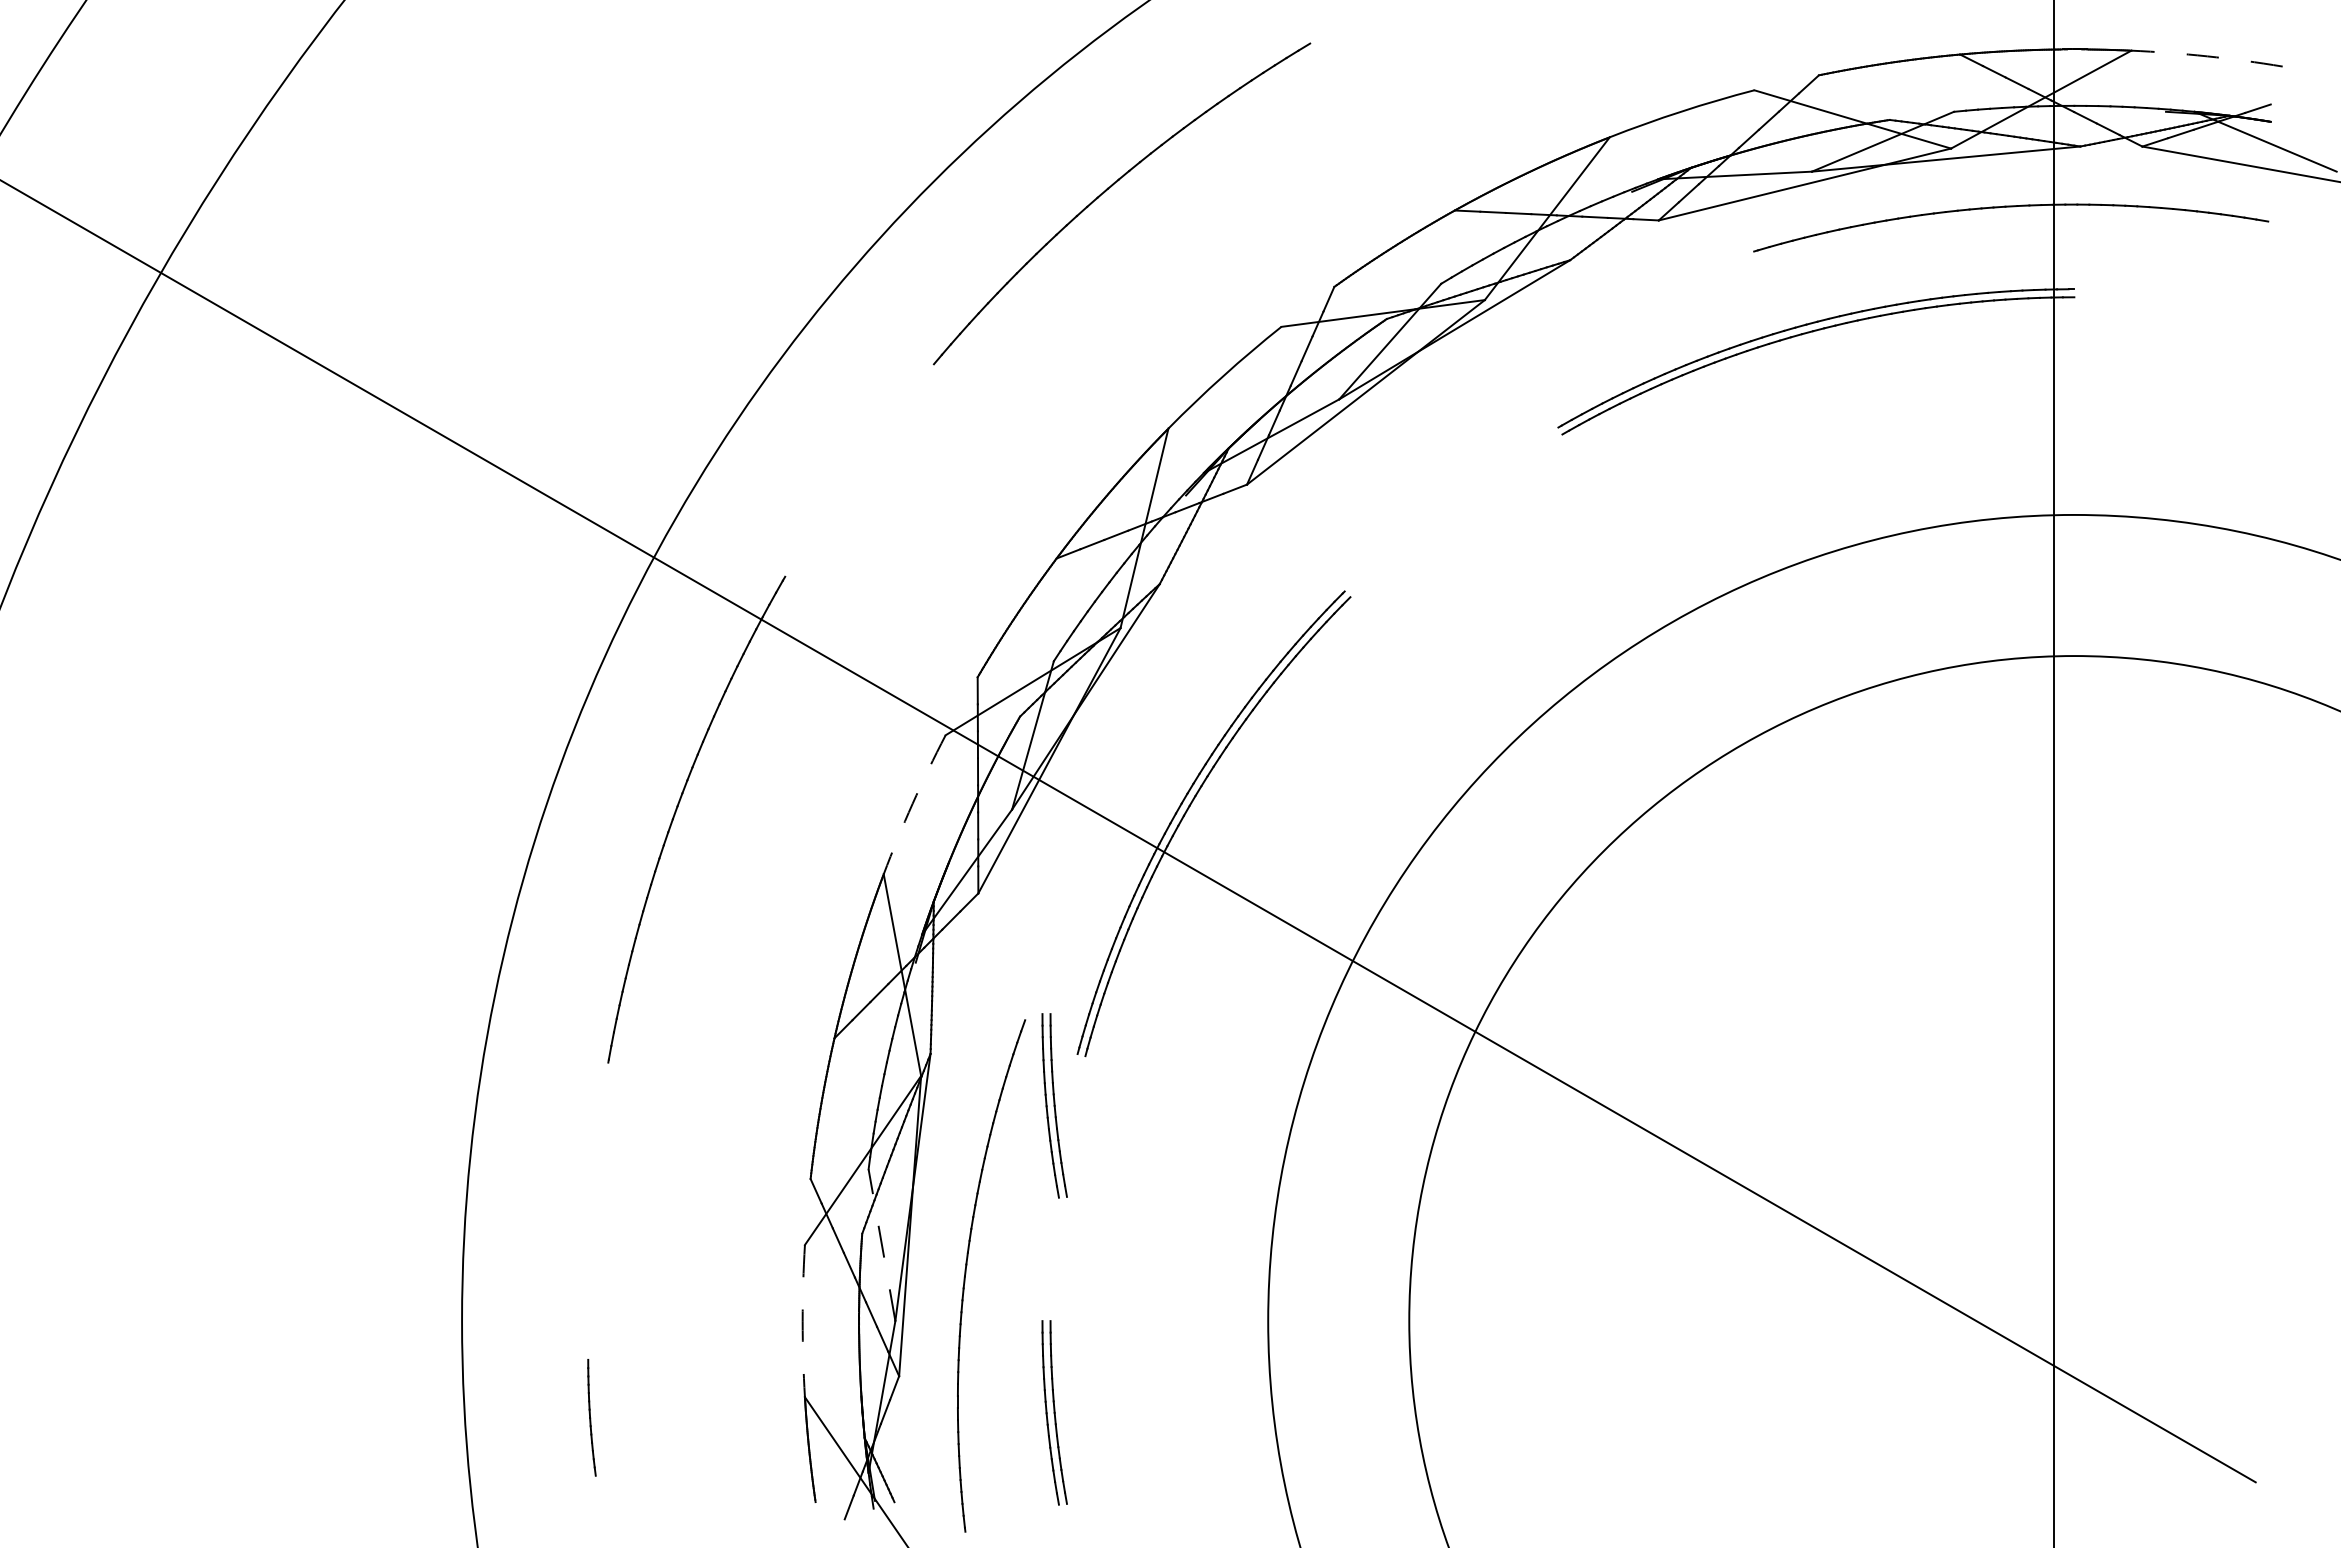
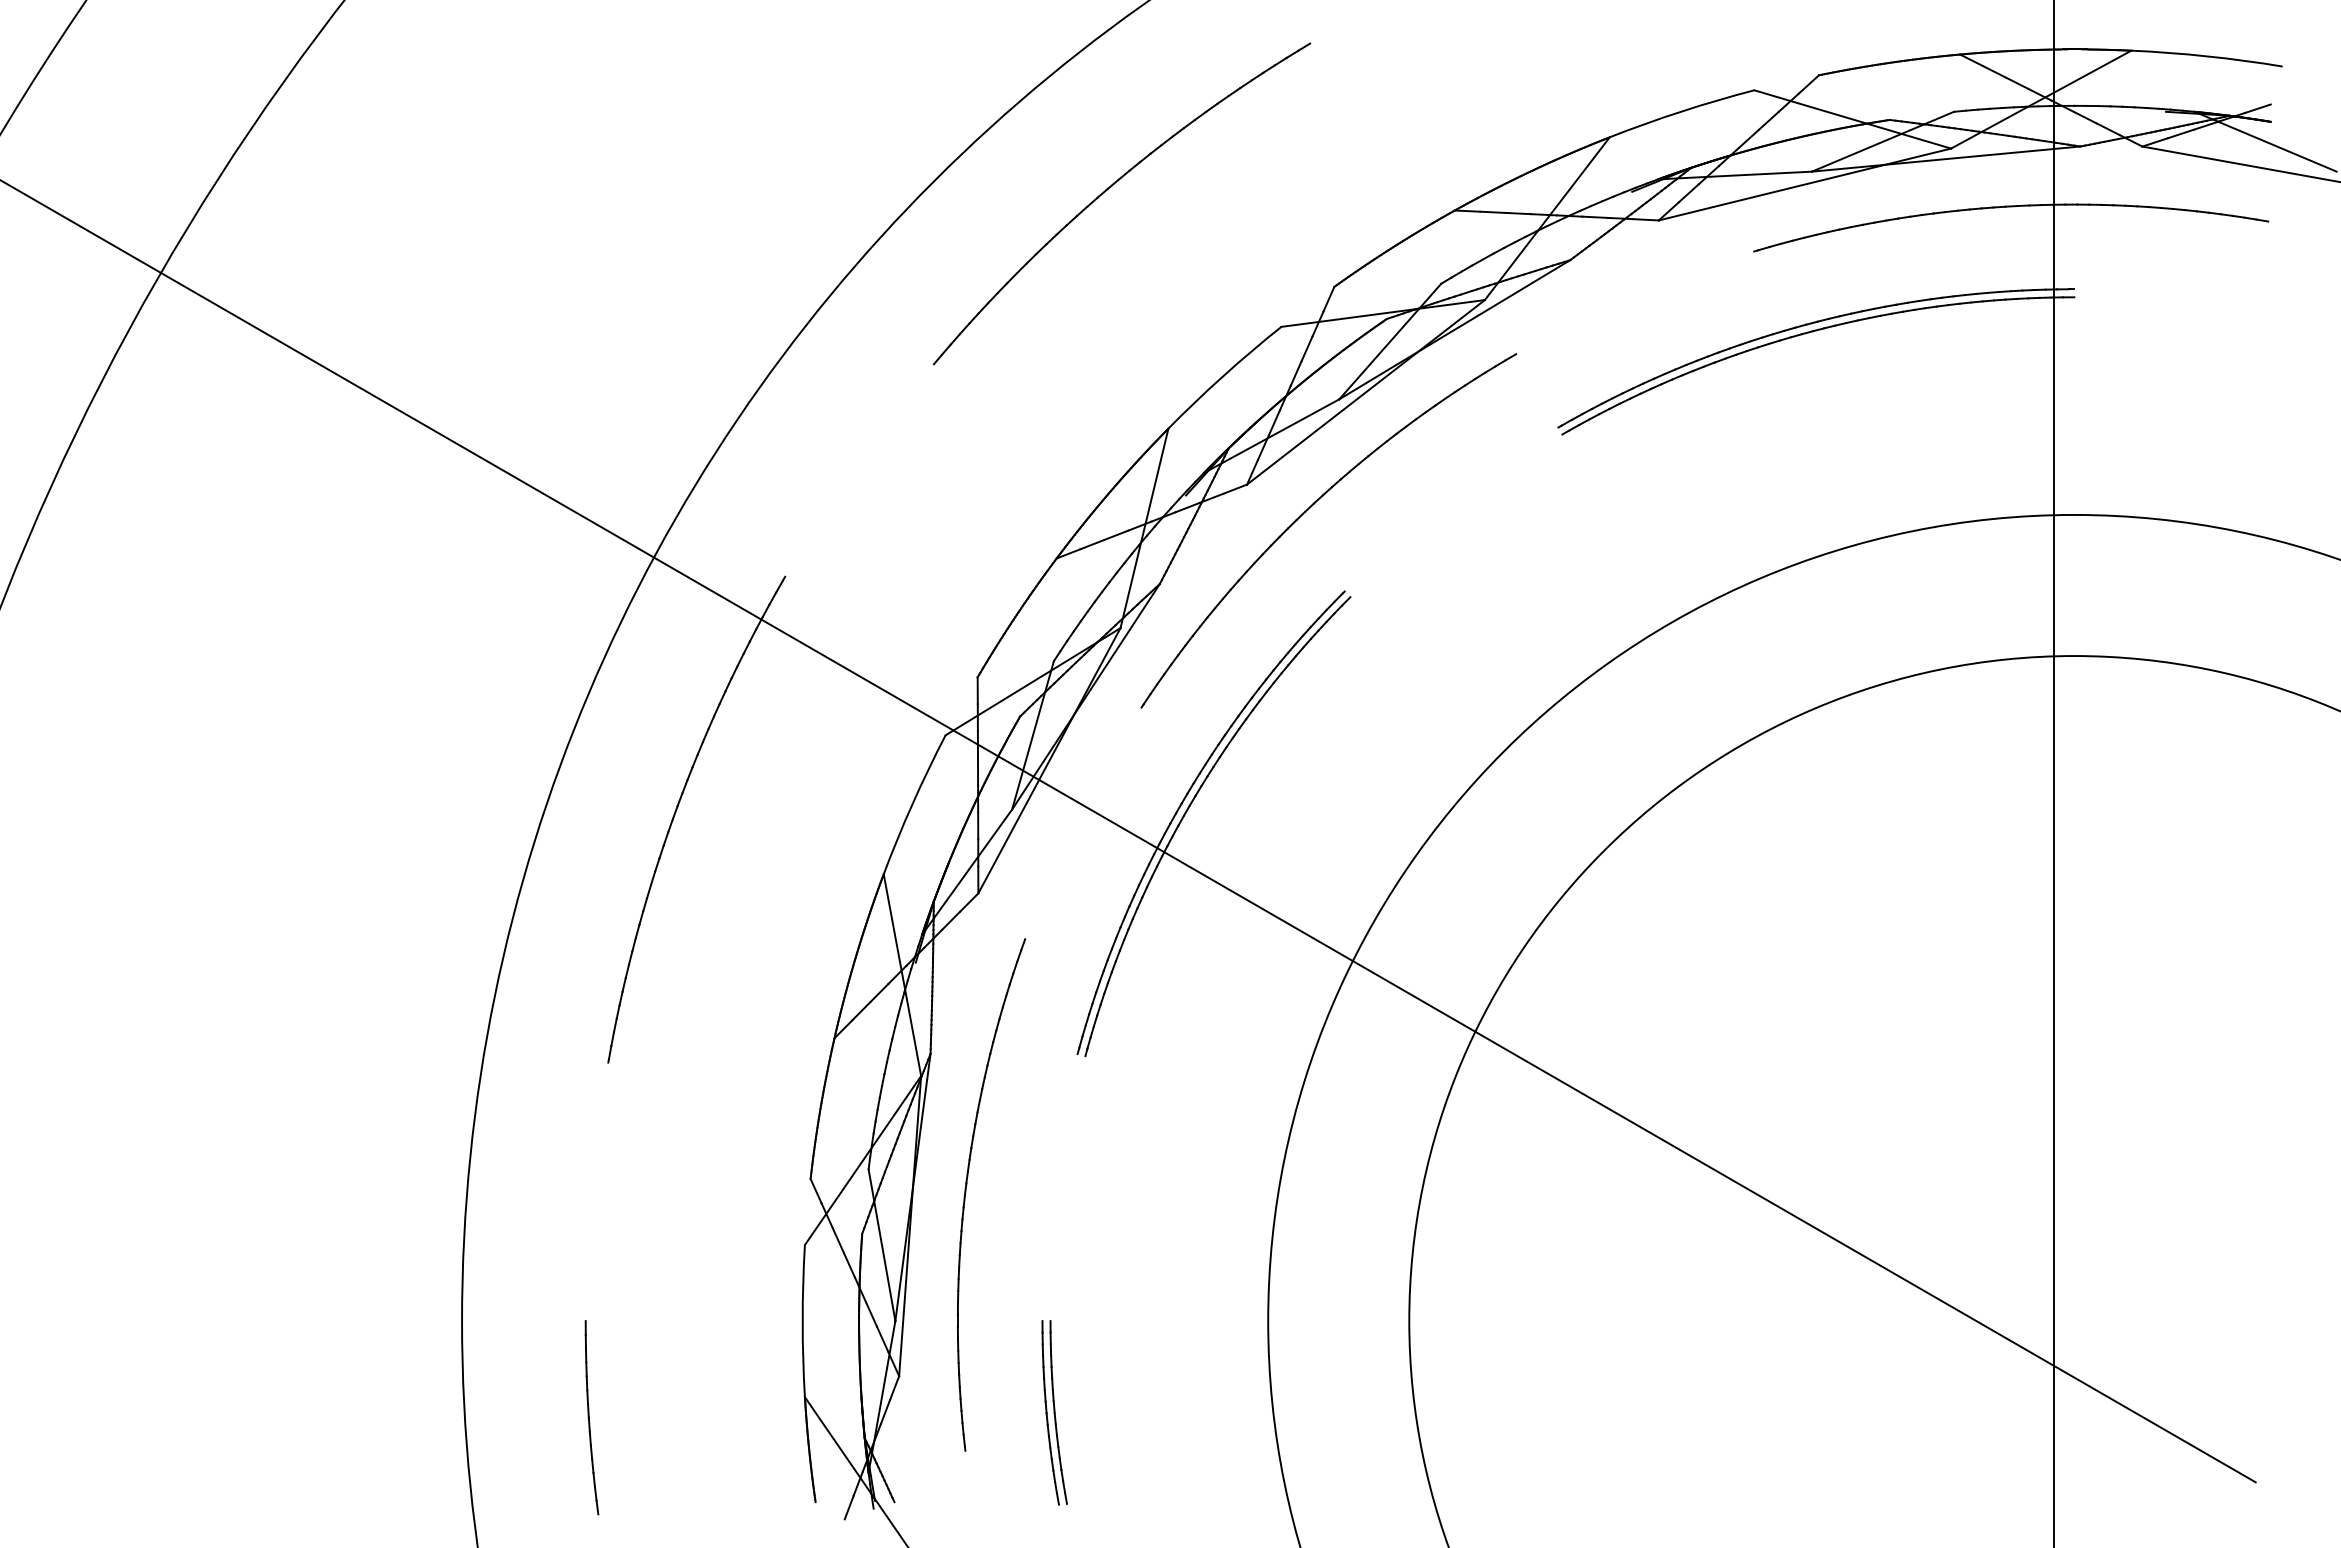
arc at (2207, 56): dashed -> solid
part at (1308, 510): none -> present
arc at (912, 803): dashed -> solid
part at (1054, 1105): present -> none
line at (881, 1244): dashed -> solid
part at (966, 1274) position: (966, 1274) -> (966, 1193)
arc at (802, 1321): dashed -> solid
part at (591, 1417) size: 10x118 px -> 16x196 px
